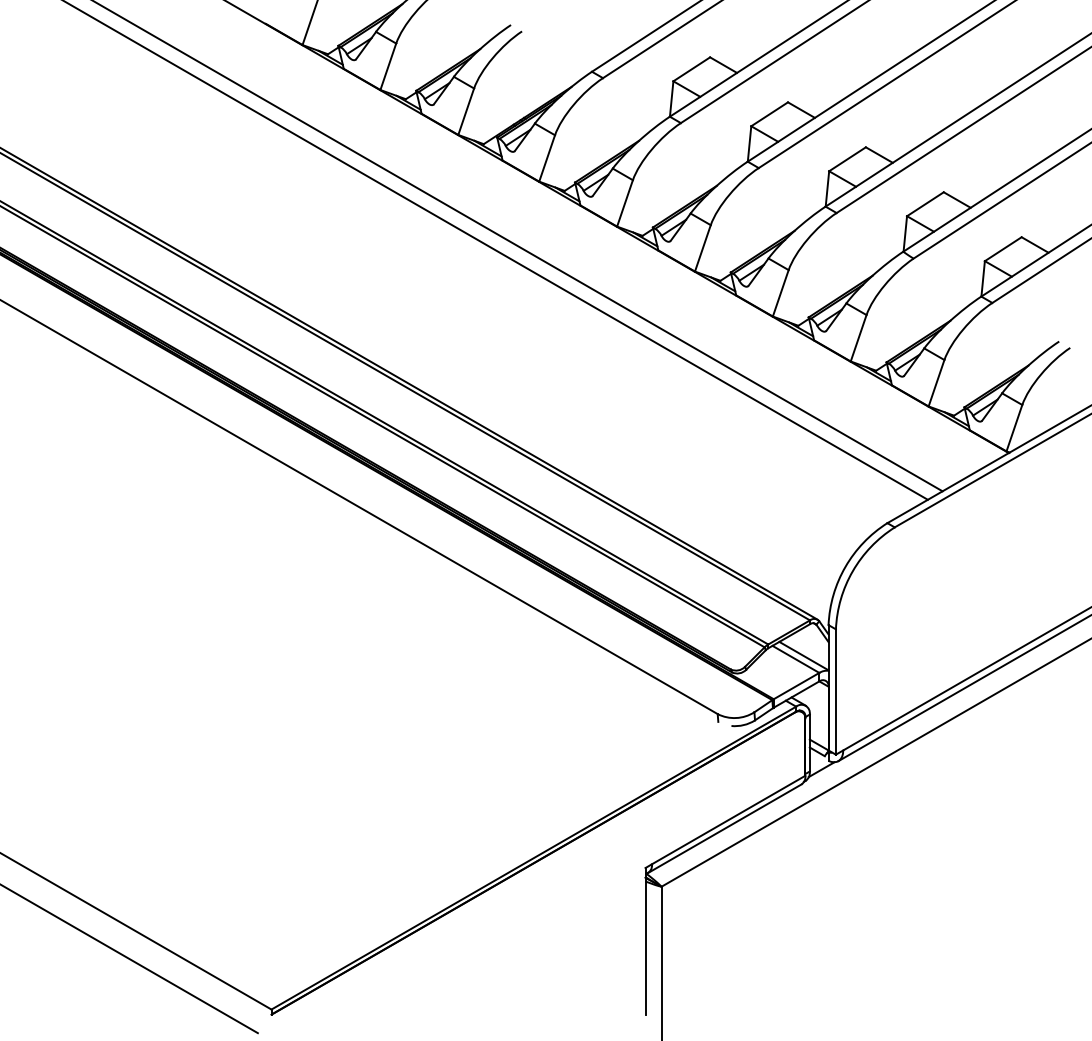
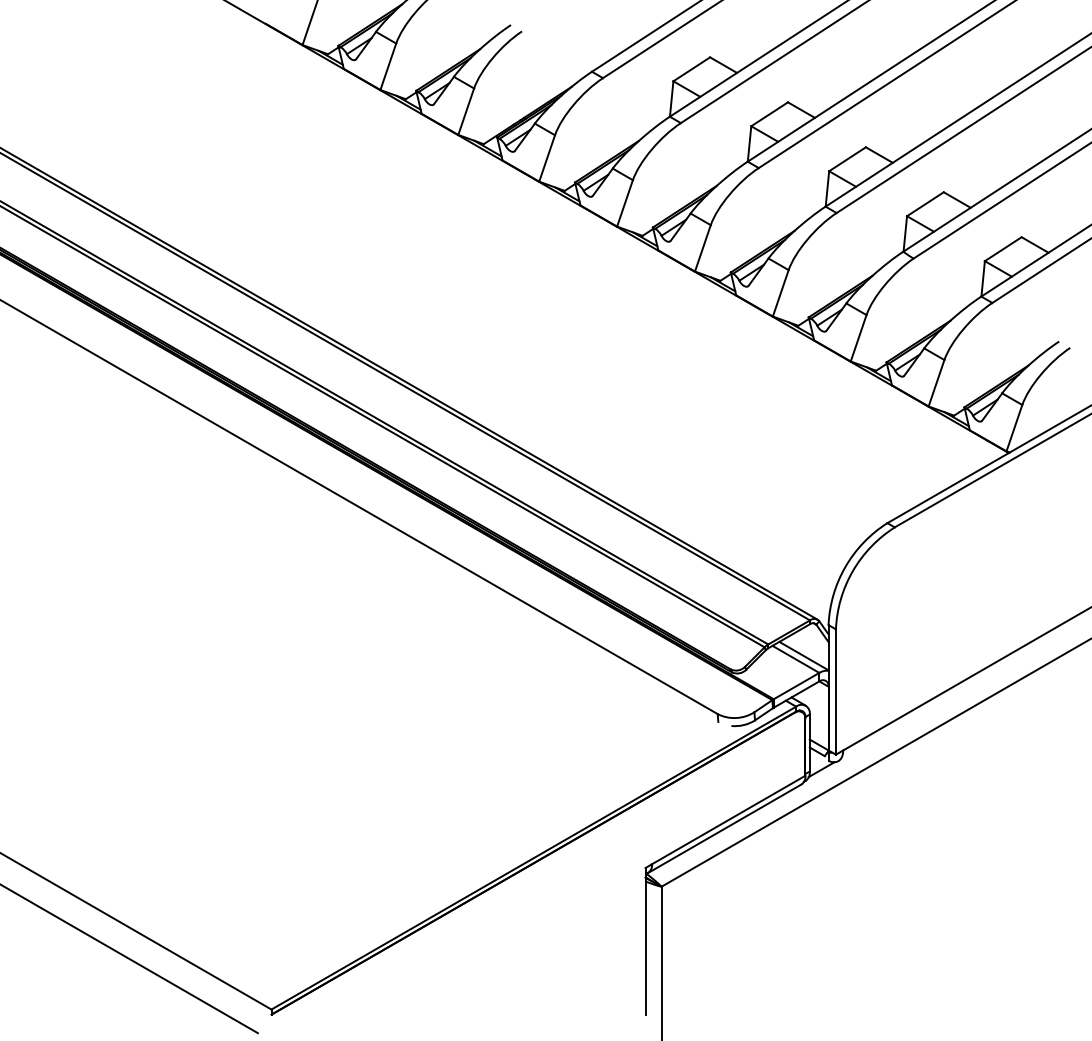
line at (518, 246): present -> none
line at (496, 250): present -> none
line at (963, 688): present -> none
